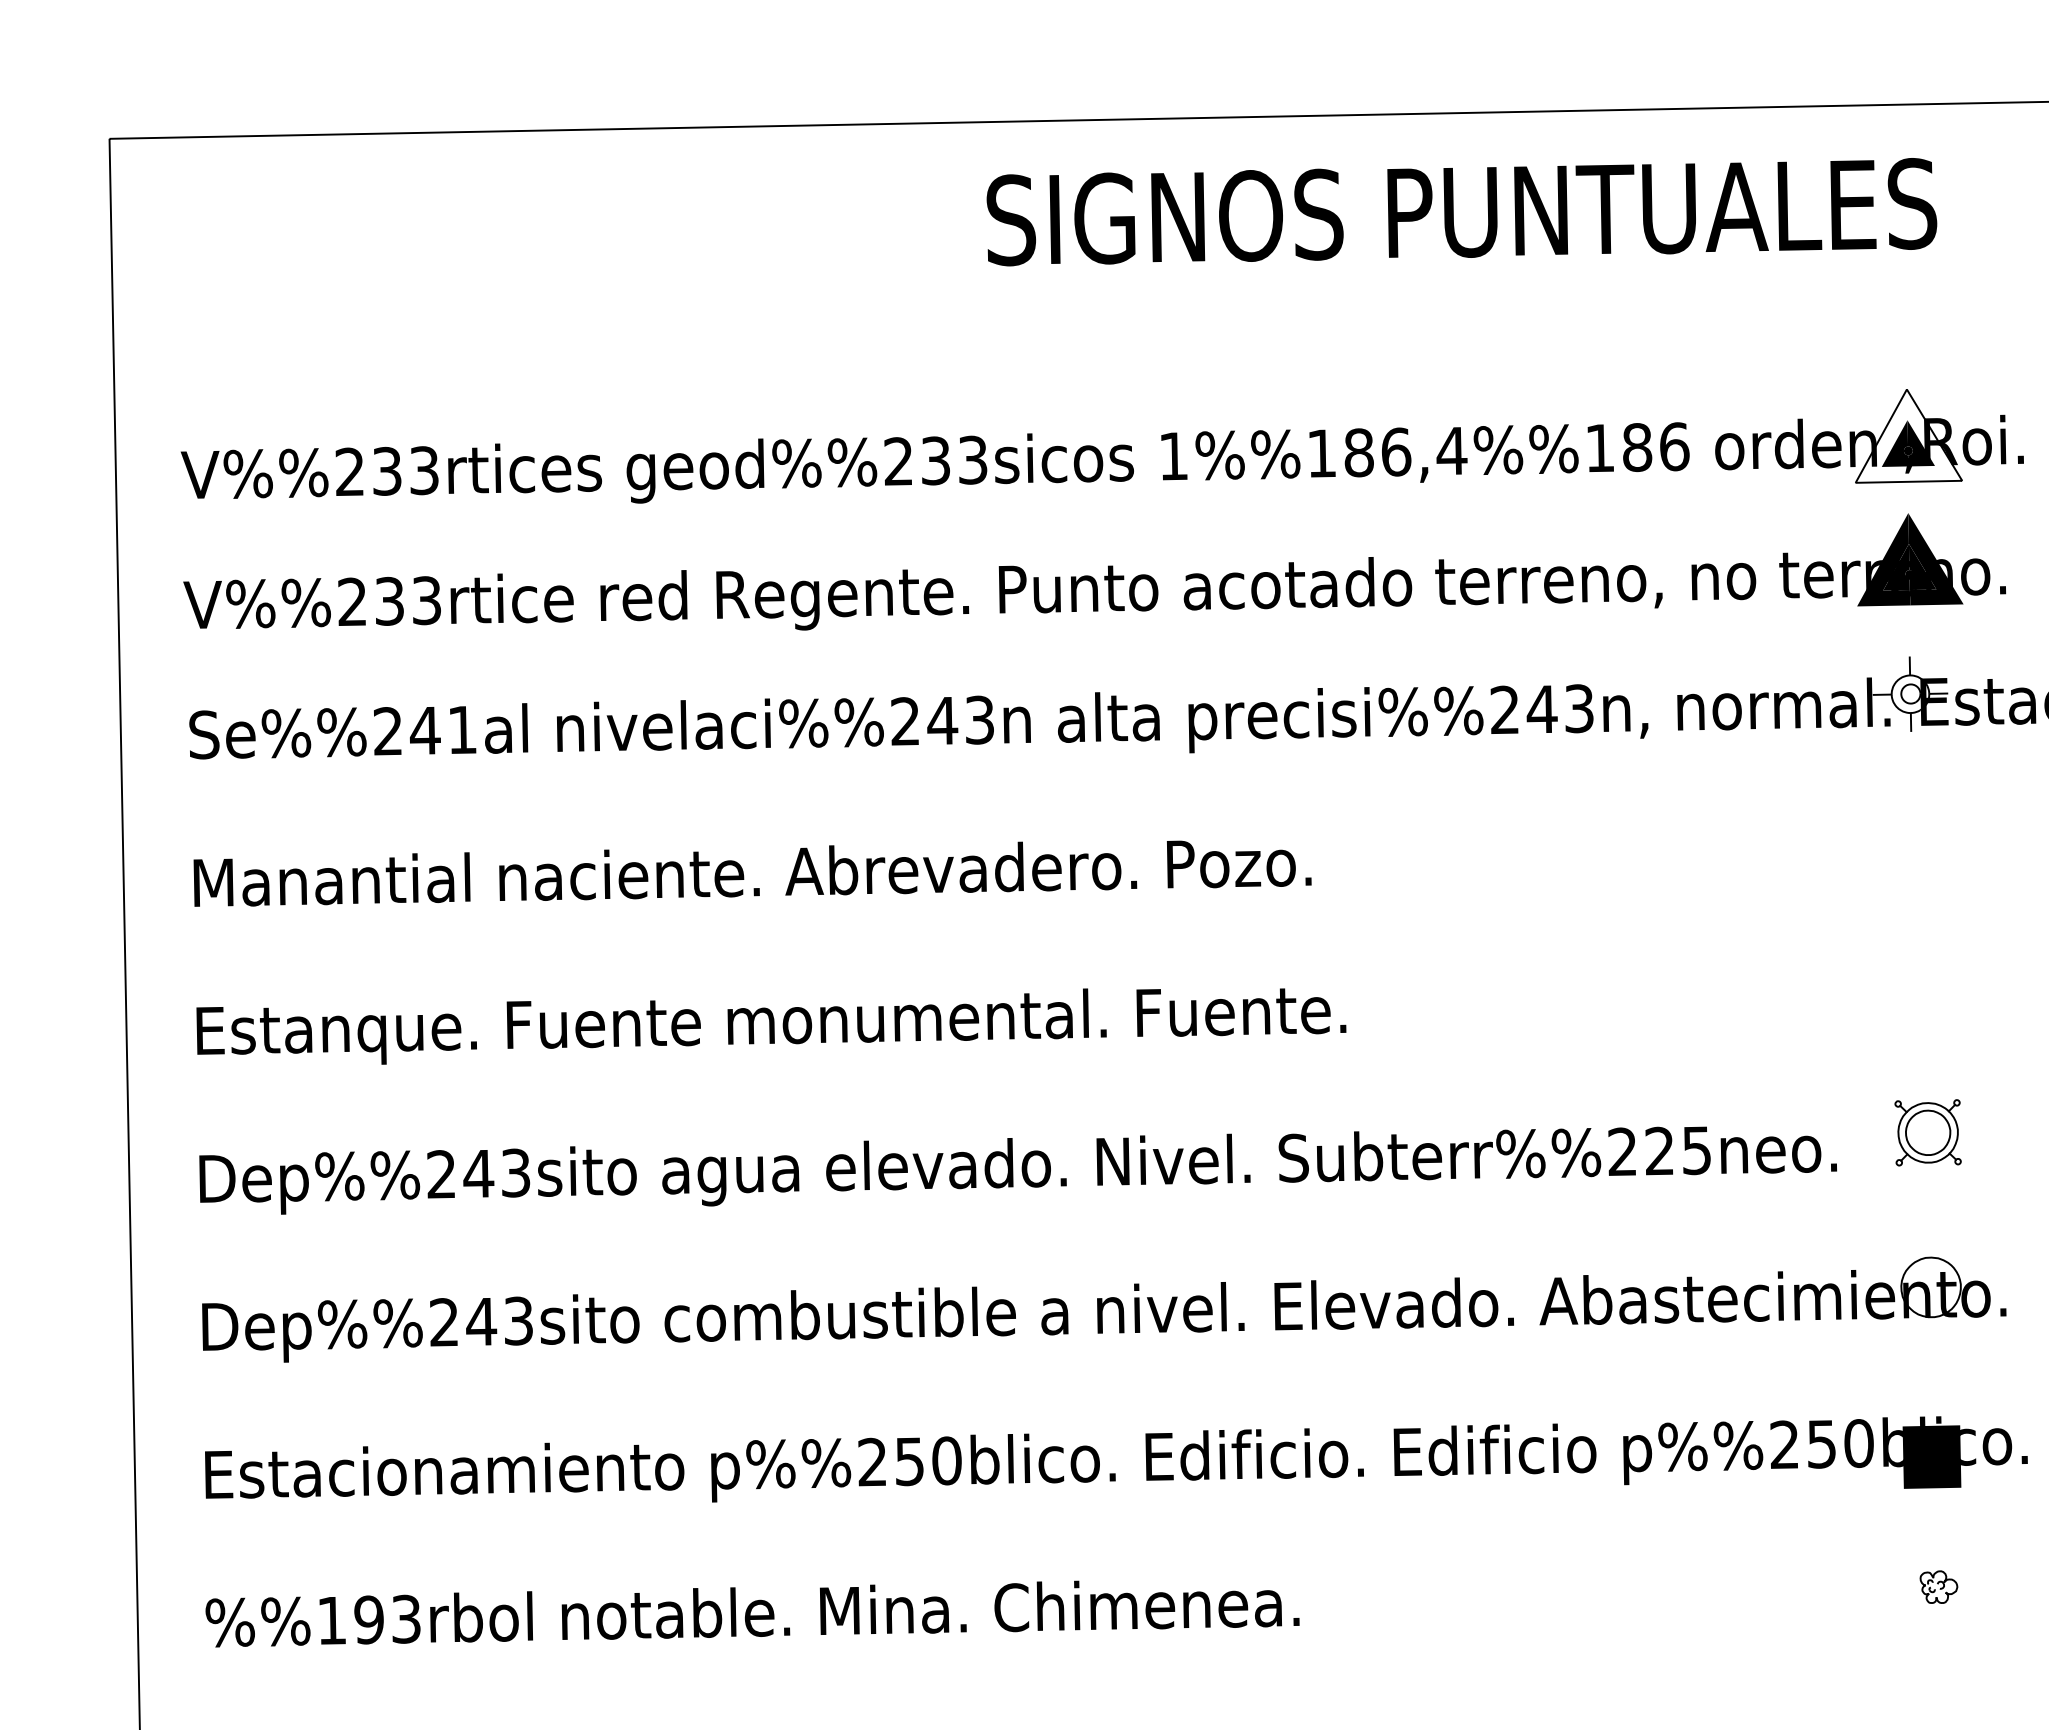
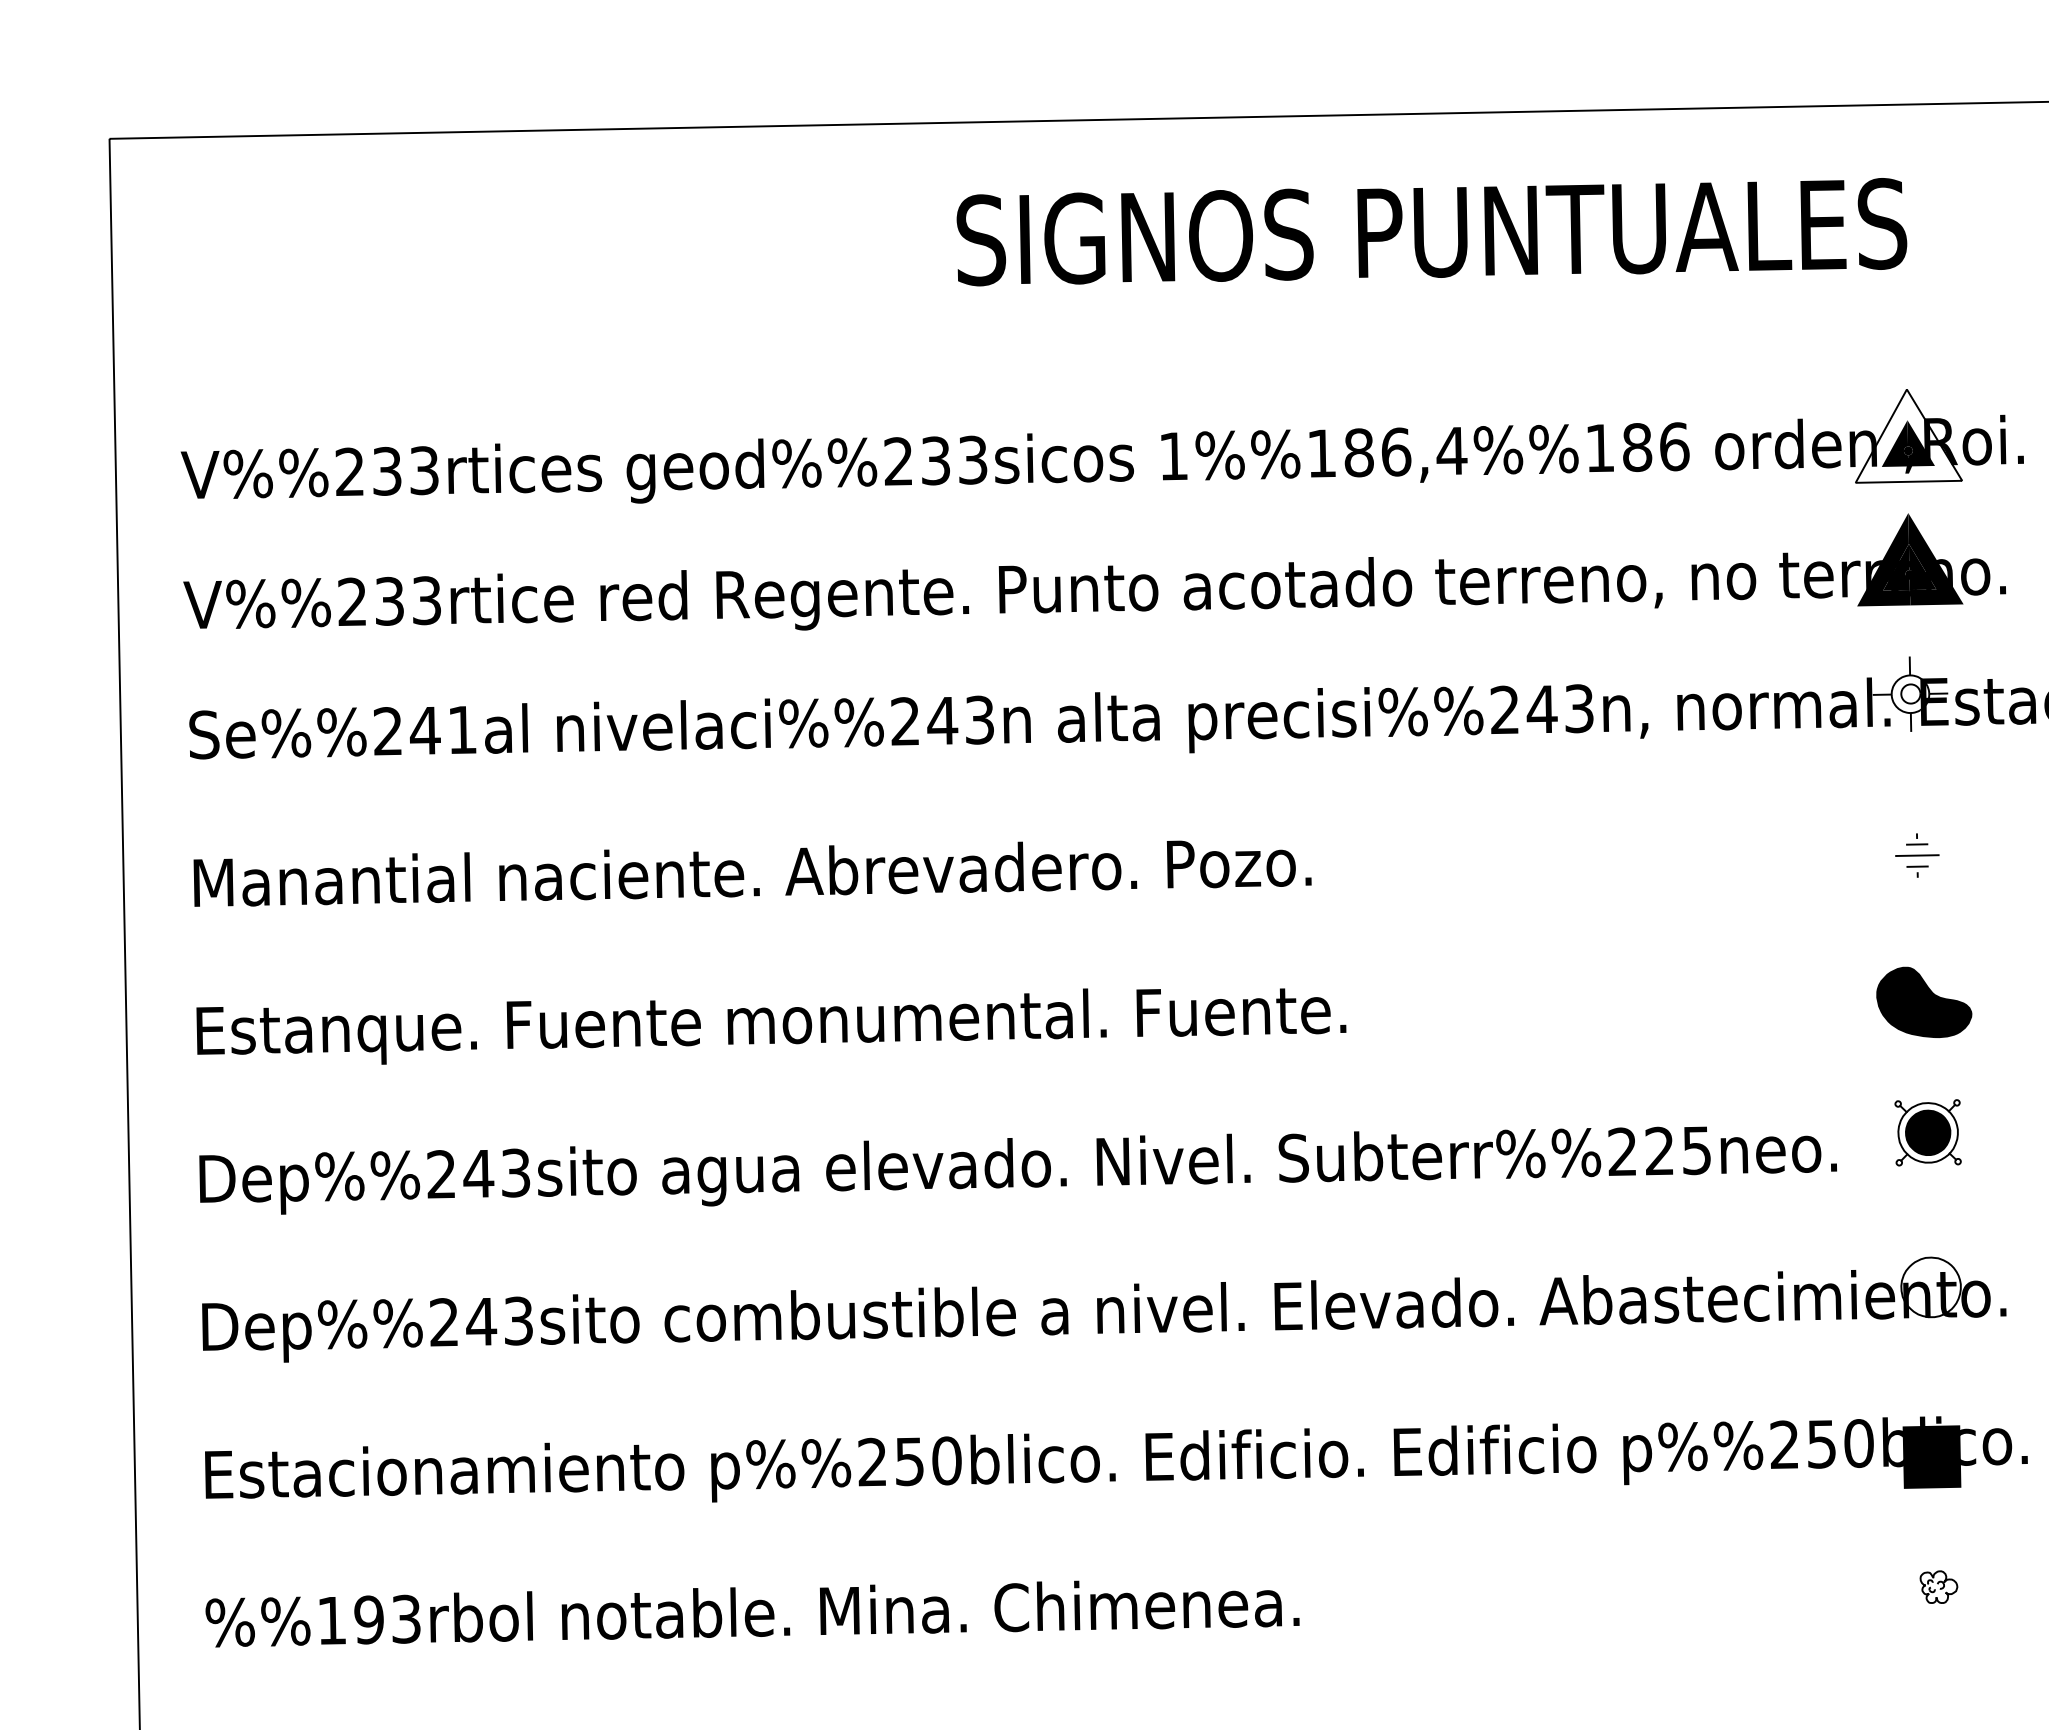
text at (1461, 212) position: (1461, 212) -> (1431, 232)
part at (1917, 855): none -> present
part at (1924, 1001): none -> present
fill at (1927, 1132): none -> present
